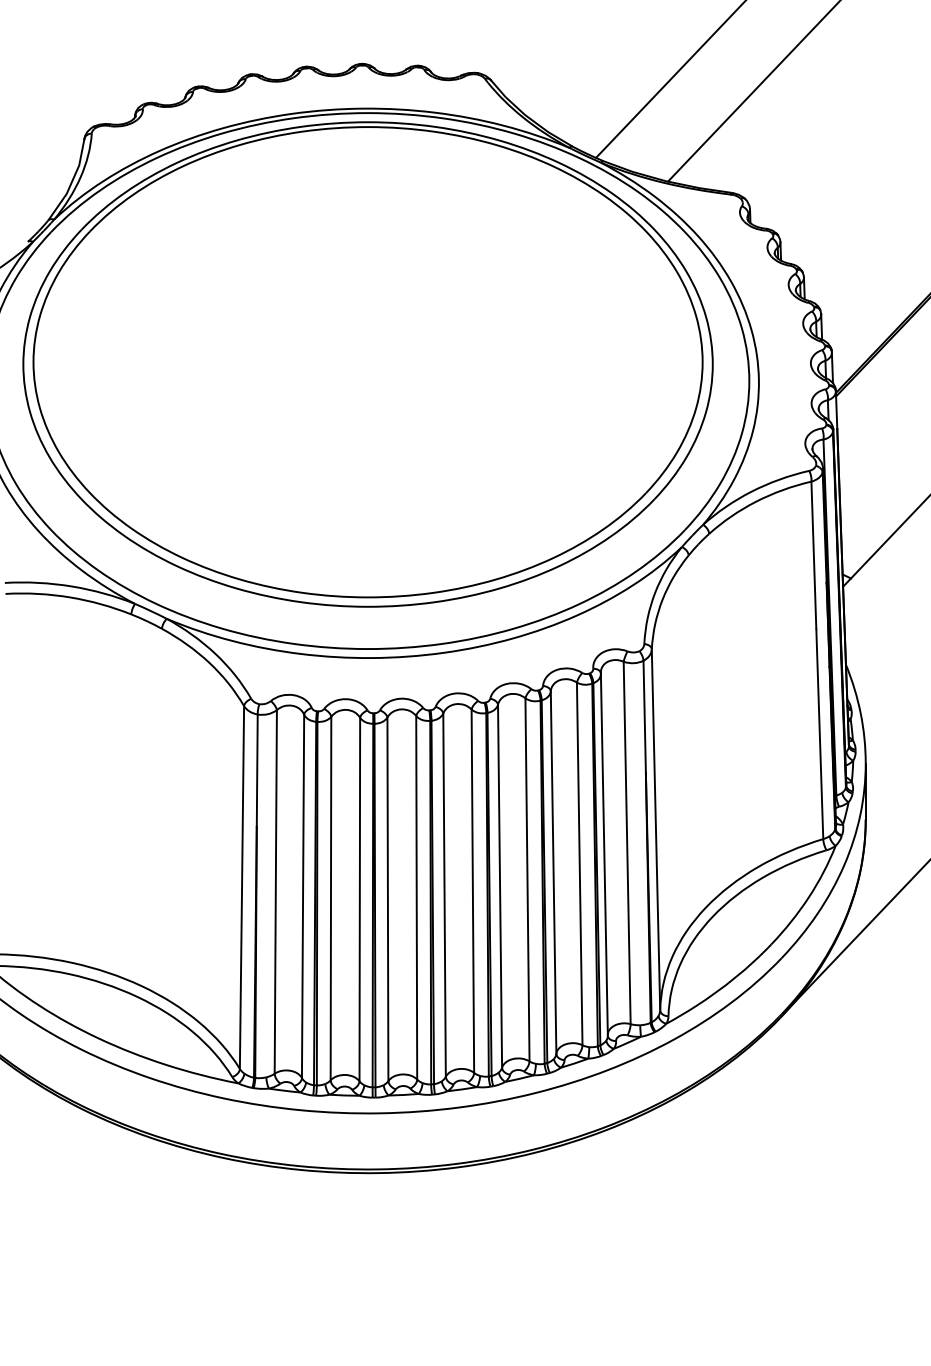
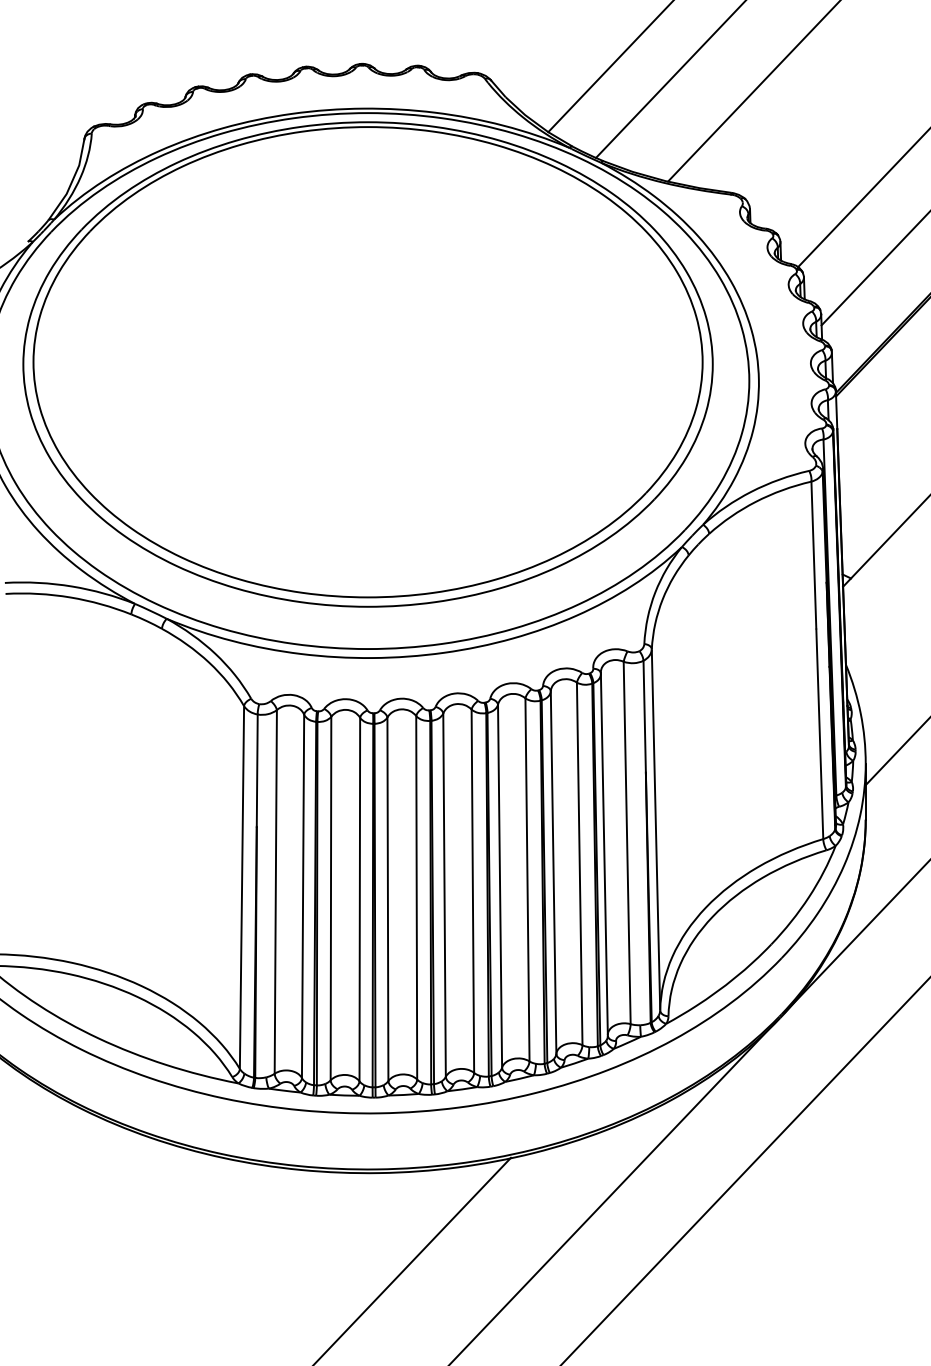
line at (609, 67): none -> present
line at (862, 199): none -> present
line at (874, 269): none -> present
line at (896, 752): none -> present
line at (745, 1171): none -> present
line at (613, 1191): none -> present
line at (413, 1259): none -> present
